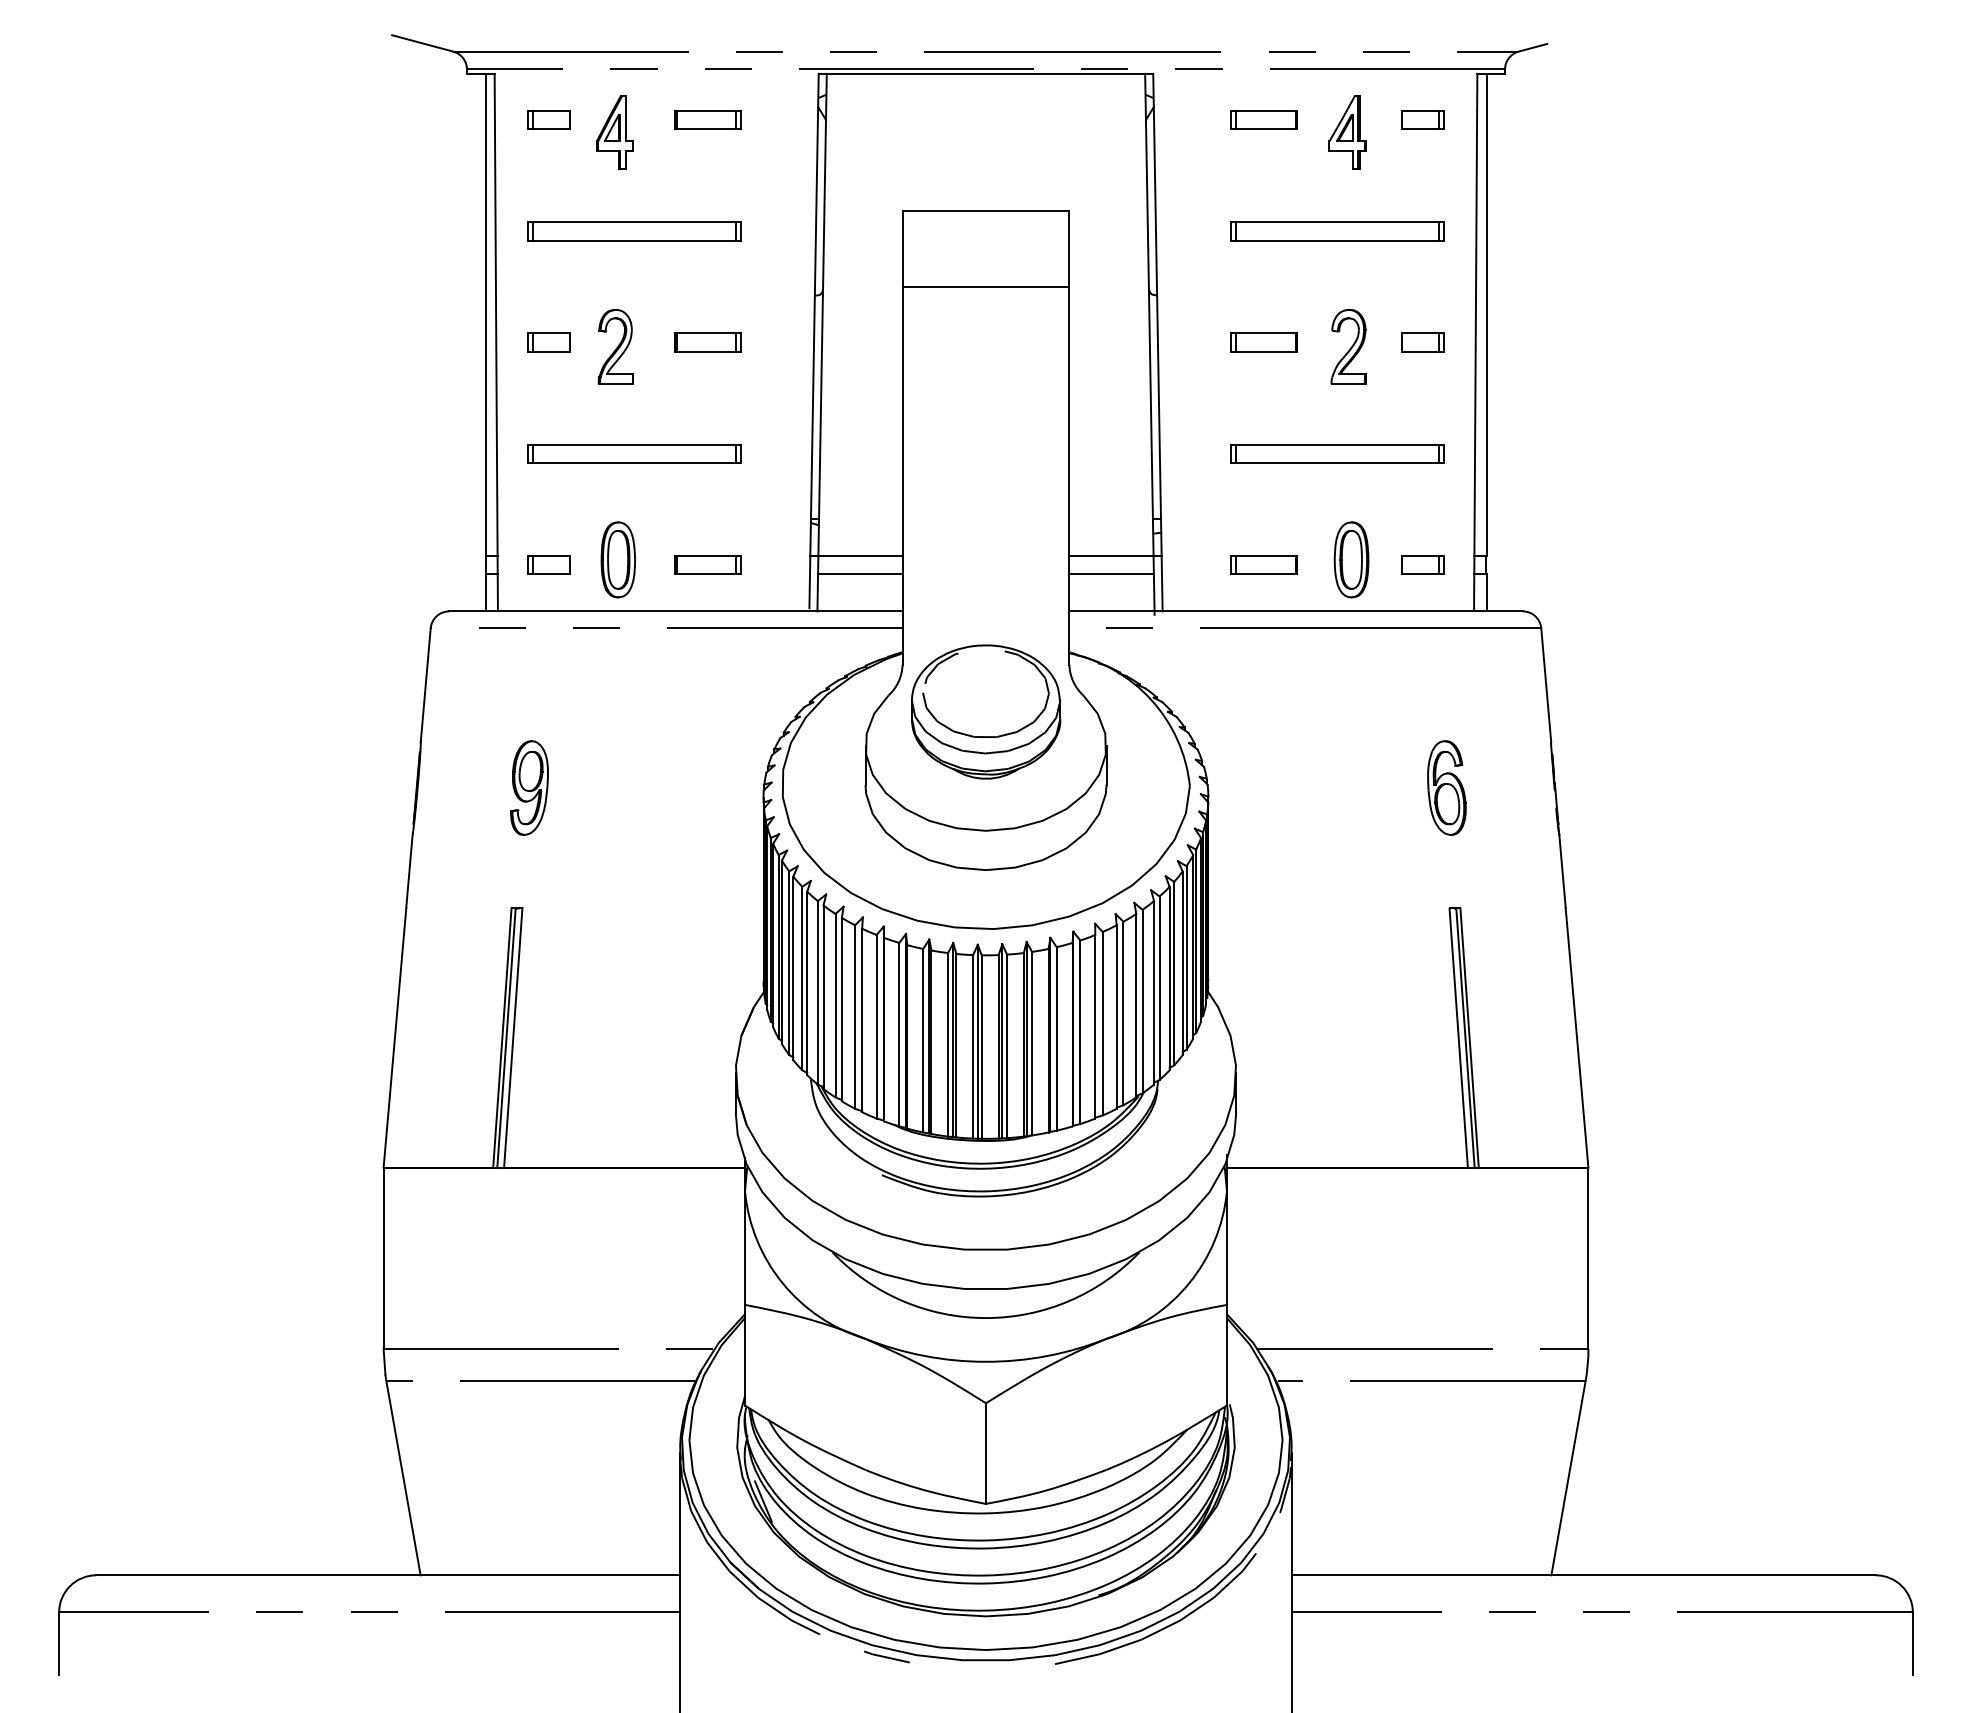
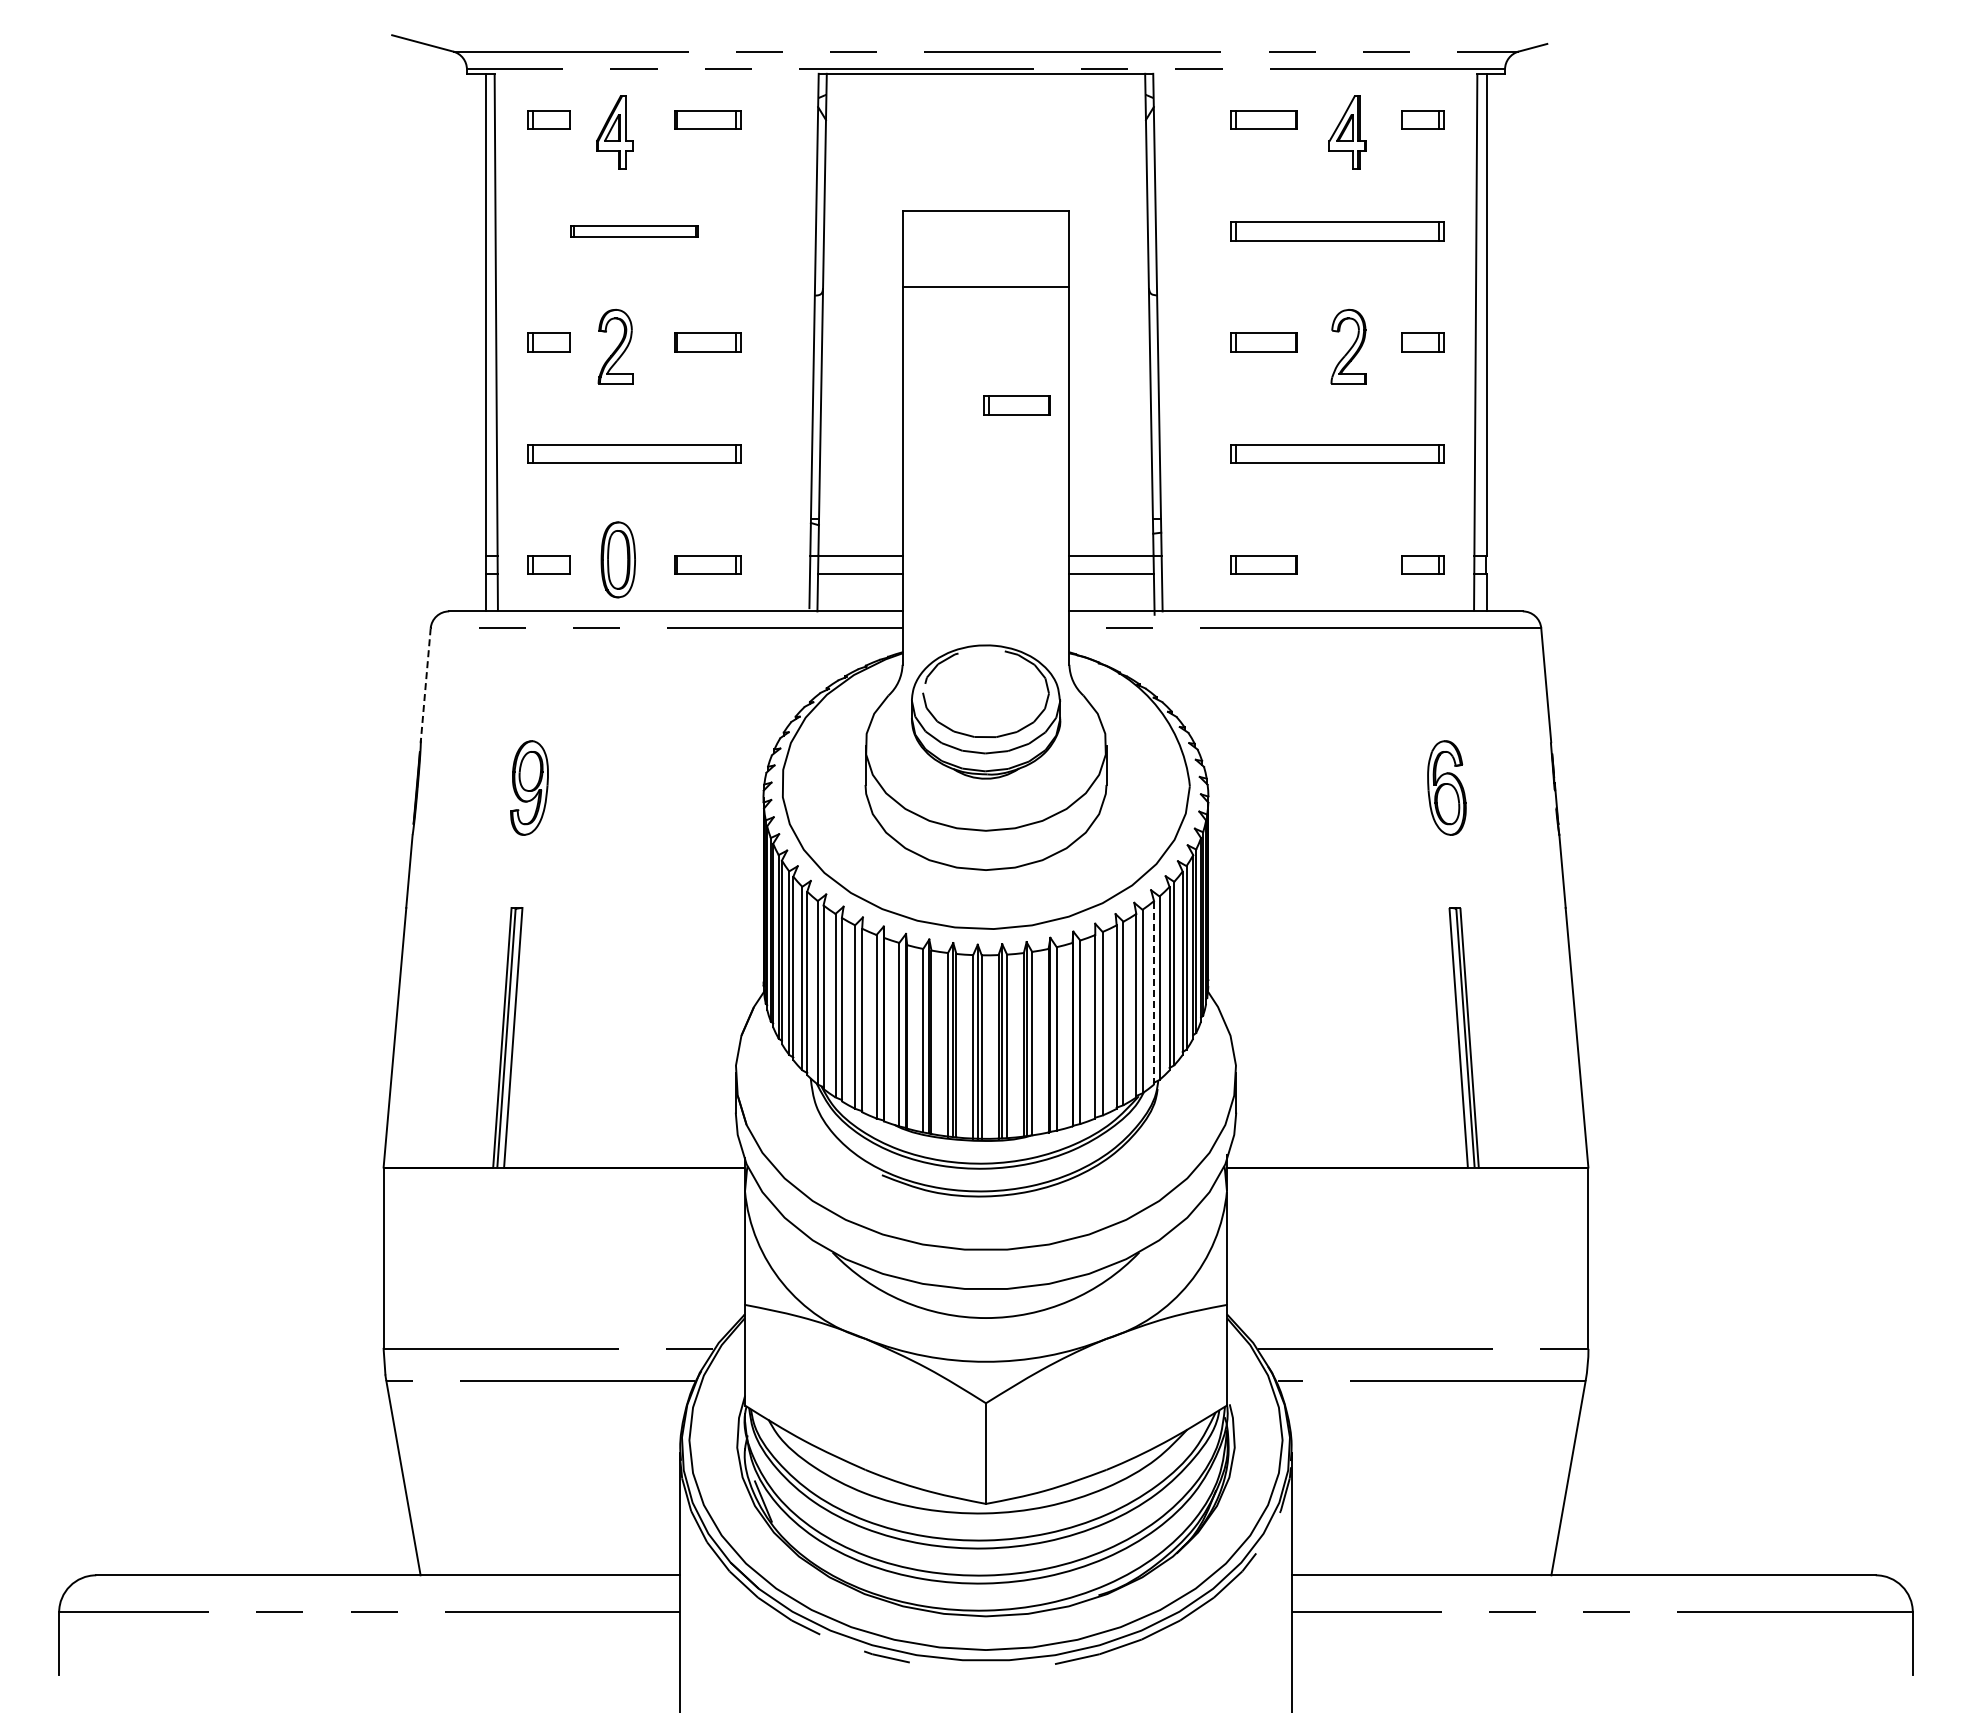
part at (634, 231) size: 215x21 px -> 129x13 px
part at (1016, 405): none -> present
part at (1351, 559): present -> none
line at (425, 684): solid -> dashed
line at (1154, 992): solid -> dashed
